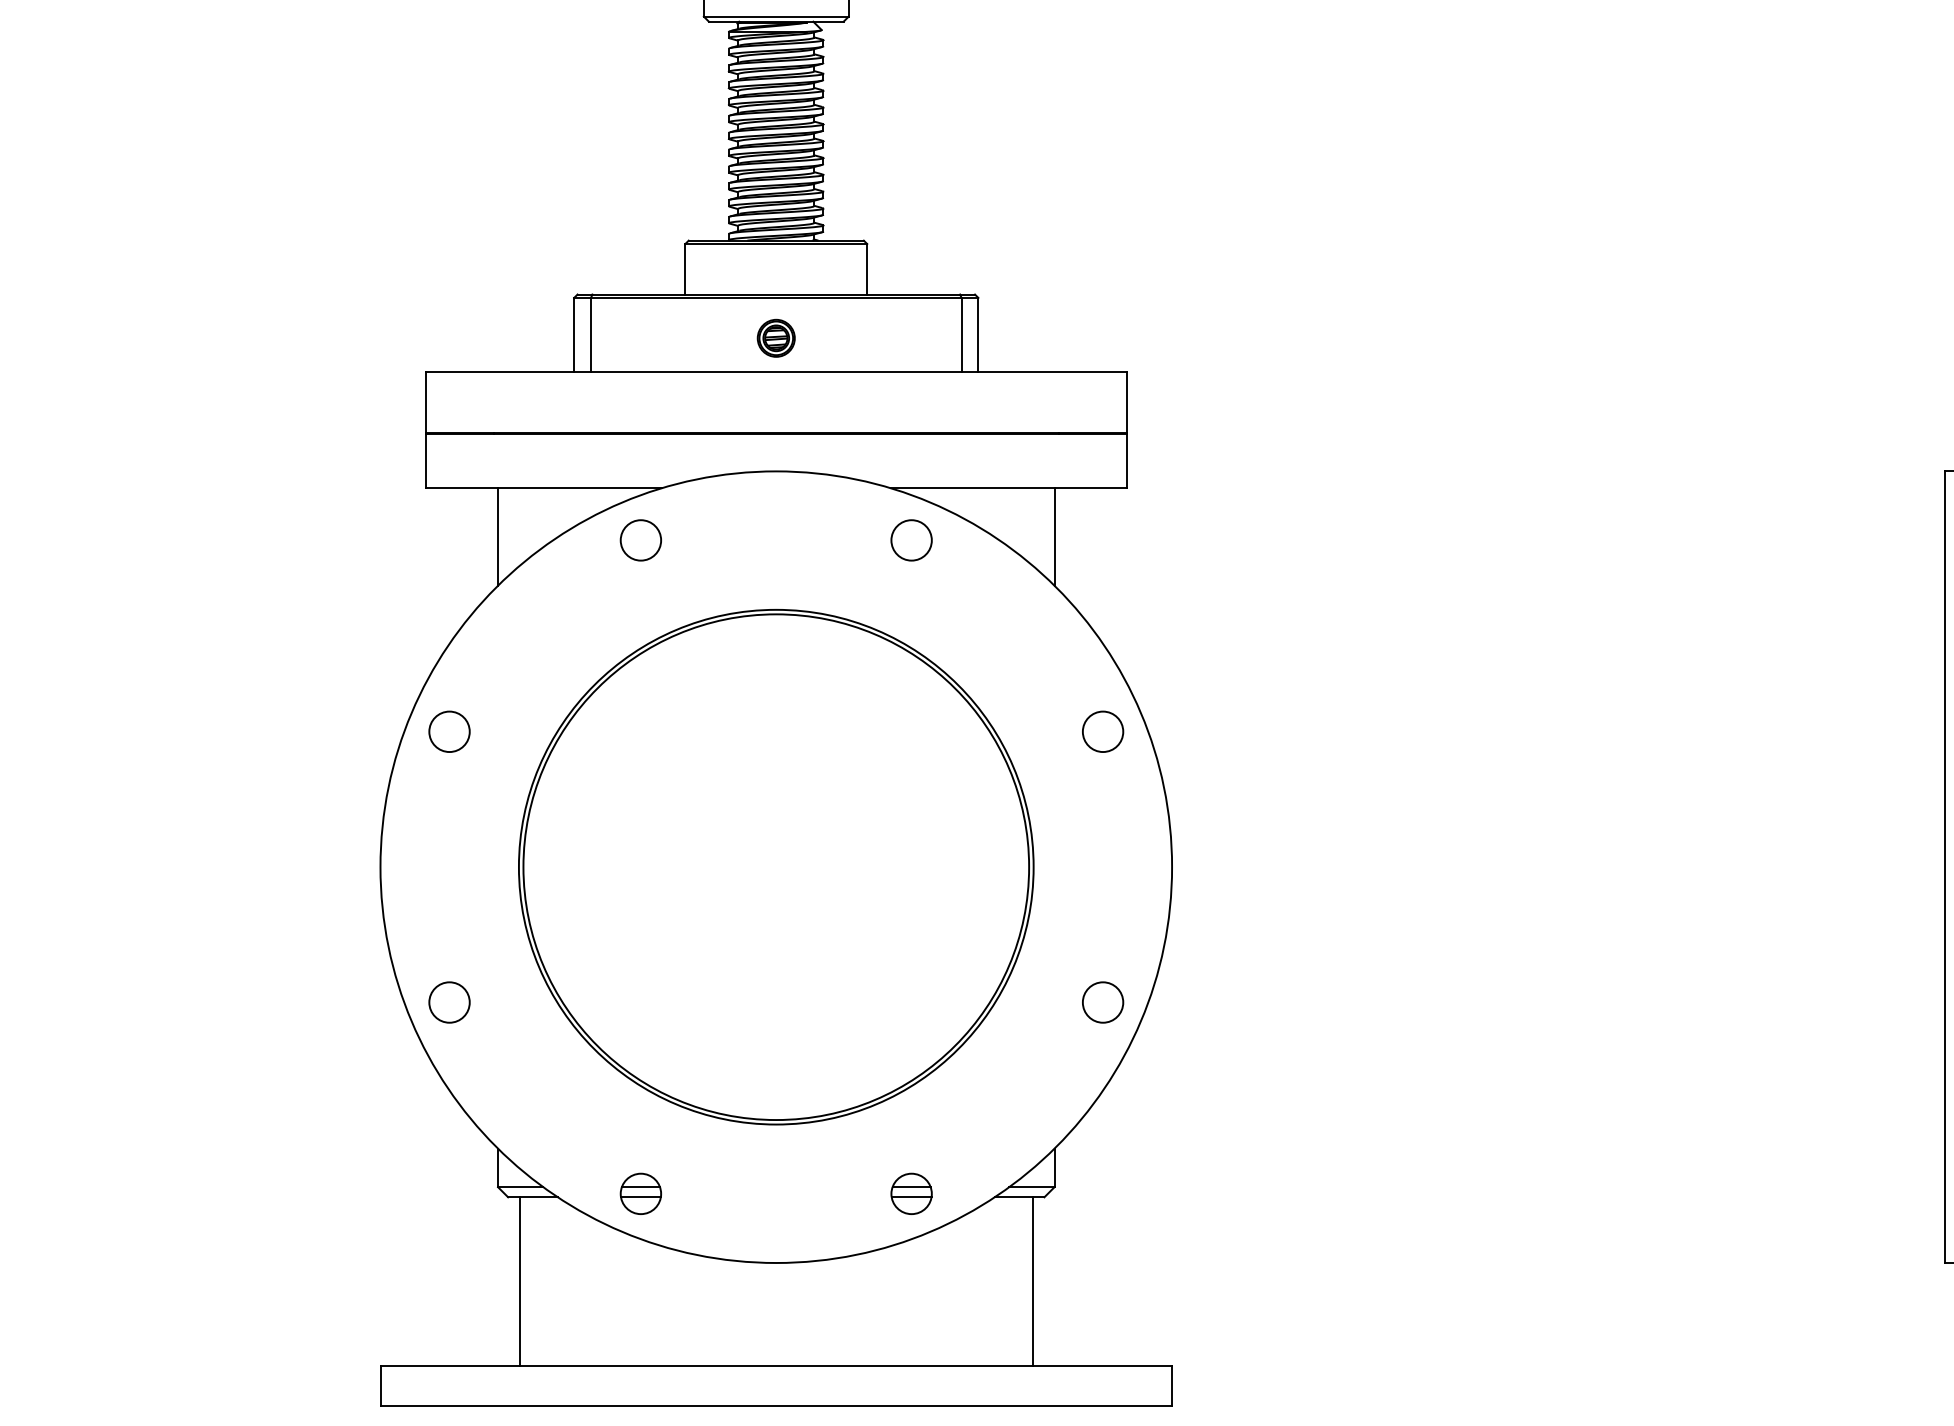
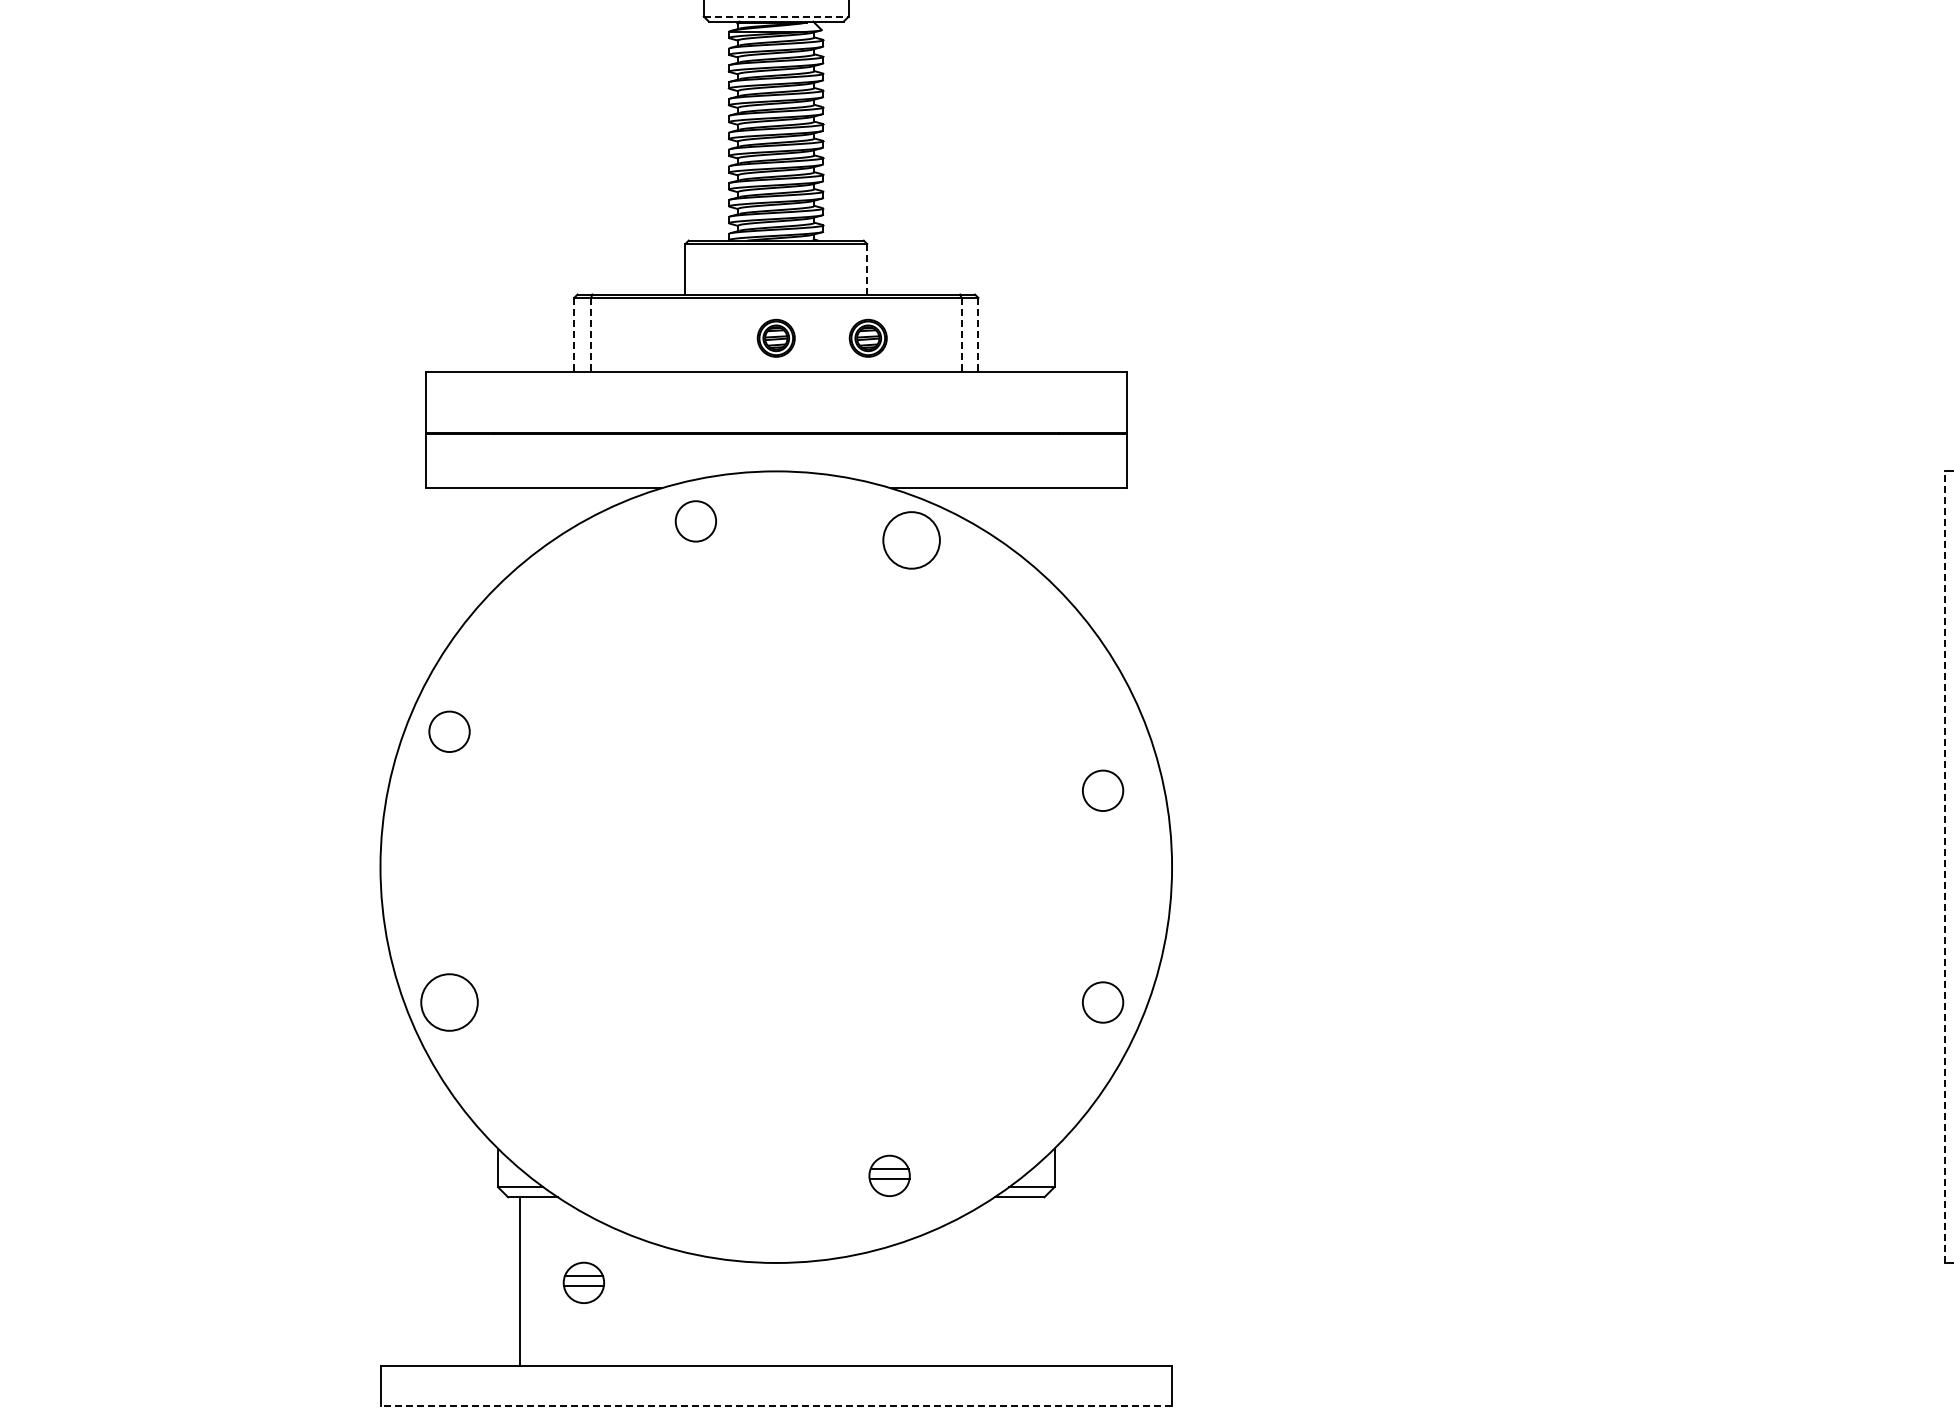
line at (776, 16): solid -> dashed
line at (867, 268): solid -> dashed
line at (574, 335): solid -> dashed
line at (591, 335): solid -> dashed
line at (961, 335): solid -> dashed
line at (978, 335): solid -> dashed
part at (867, 337): none -> present
line at (498, 536): present -> none
line at (1054, 536): present -> none
circle at (640, 540) position: (640, 540) -> (695, 521)
circle at (911, 540) diameter: 40 px -> 57 px
circle at (1103, 731) position: (1103, 731) -> (1103, 790)
part at (776, 867): present -> none
line at (1944, 867): solid -> dashed
circle at (449, 1002) diameter: 40 px -> 57 px
part at (640, 1193) position: (640, 1193) -> (583, 1282)
part at (911, 1193) position: (911, 1193) -> (889, 1175)
line at (1032, 1281): present -> none
line at (776, 1406): solid -> dashed
